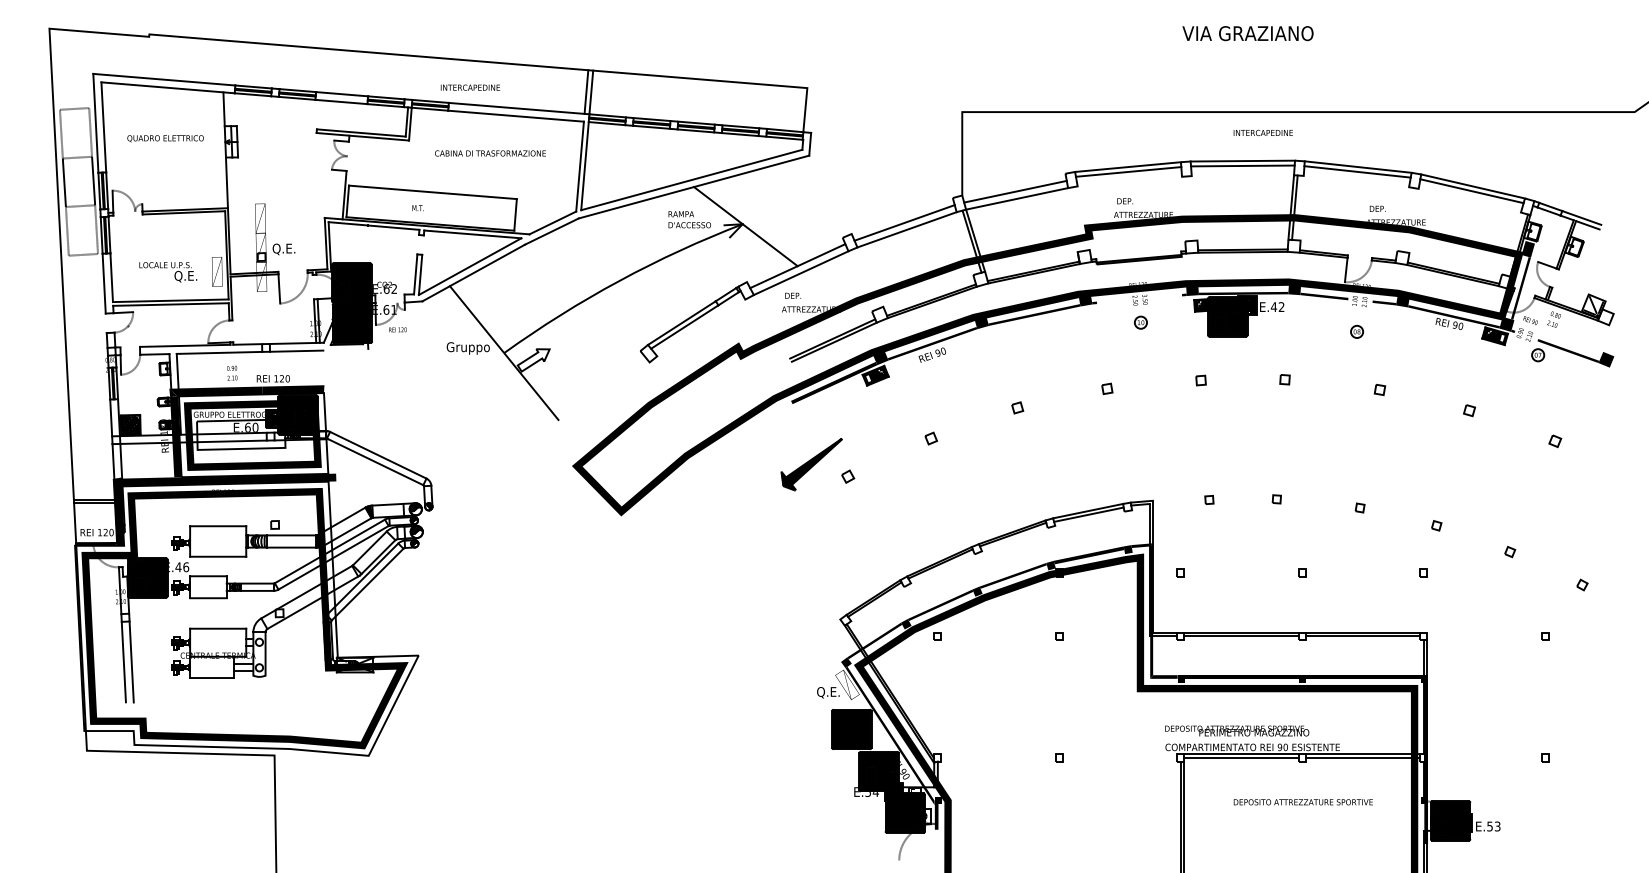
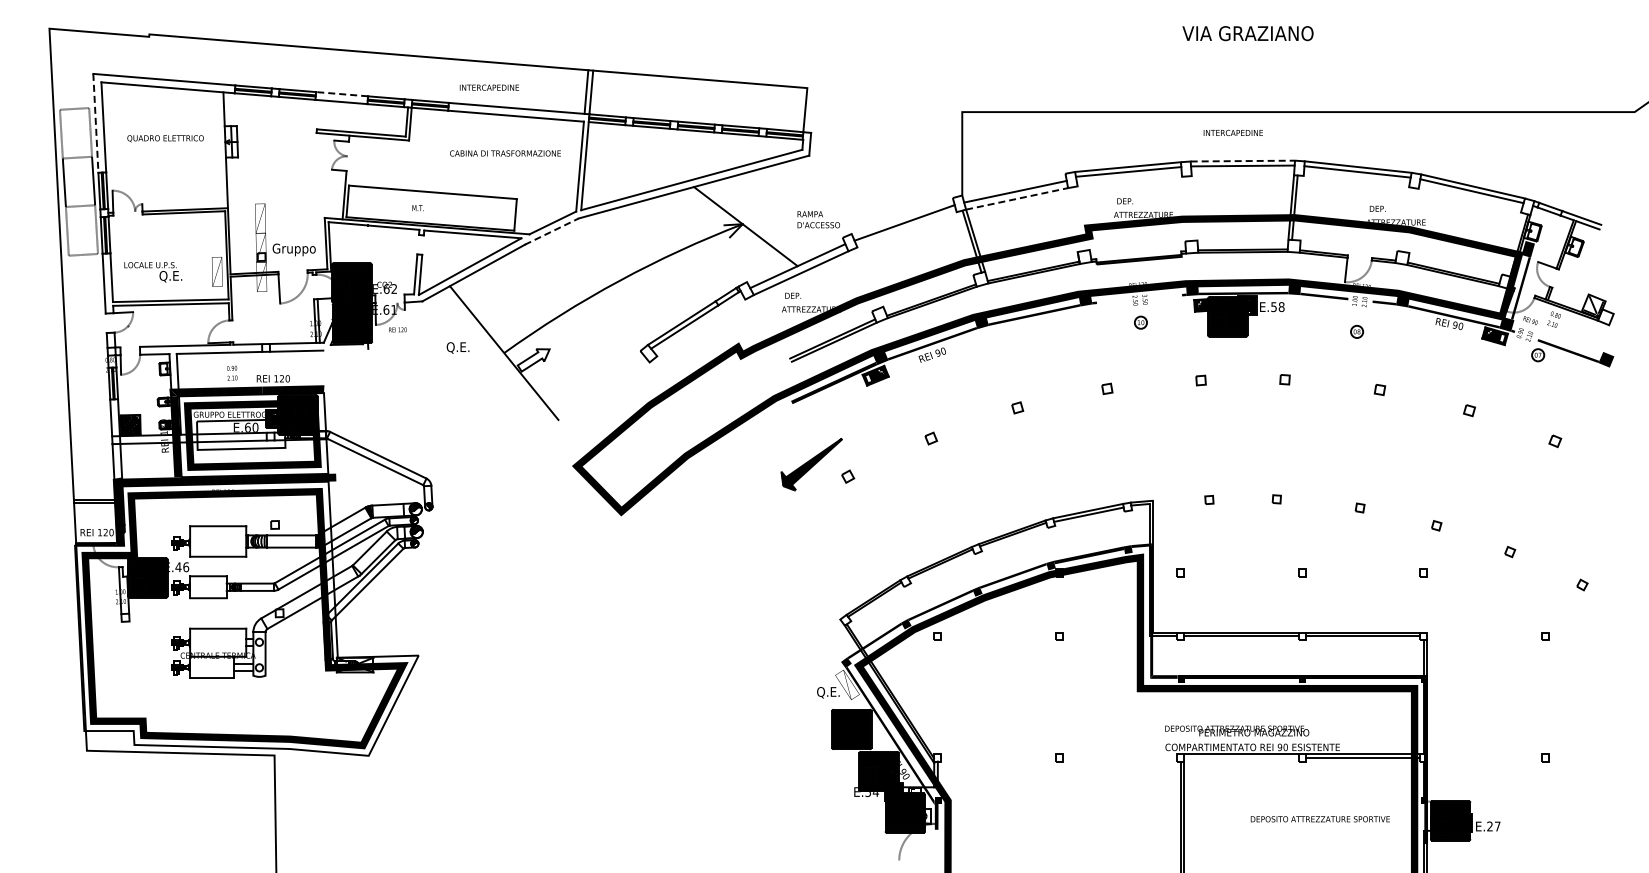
text at (469, 87) position: (469, 87) -> (488, 87)
line at (341, 94): solid -> dashed
line at (95, 123): solid -> dashed
text at (1262, 132) position: (1262, 132) -> (1232, 132)
text at (490, 153) position: (490, 153) -> (505, 153)
line at (1243, 161): solid -> dashed
line at (1017, 198): solid -> dashed
text at (689, 219) position: (689, 219) -> (818, 219)
line at (906, 229): present -> none
line at (552, 231): solid -> dashed
text at (296, 249): Q.E. -> Gruppo
text at (168, 272) position: (168, 272) -> (153, 272)
text at (1277, 307): E.42 -> E.58
text at (470, 348): Gruppo -> Q.E.
line at (123, 661): present -> none
line at (131, 661): present -> none
line at (1241, 757): present -> none
text at (1302, 802) position: (1302, 802) -> (1319, 819)
text at (1493, 826): E.53 -> E.27
